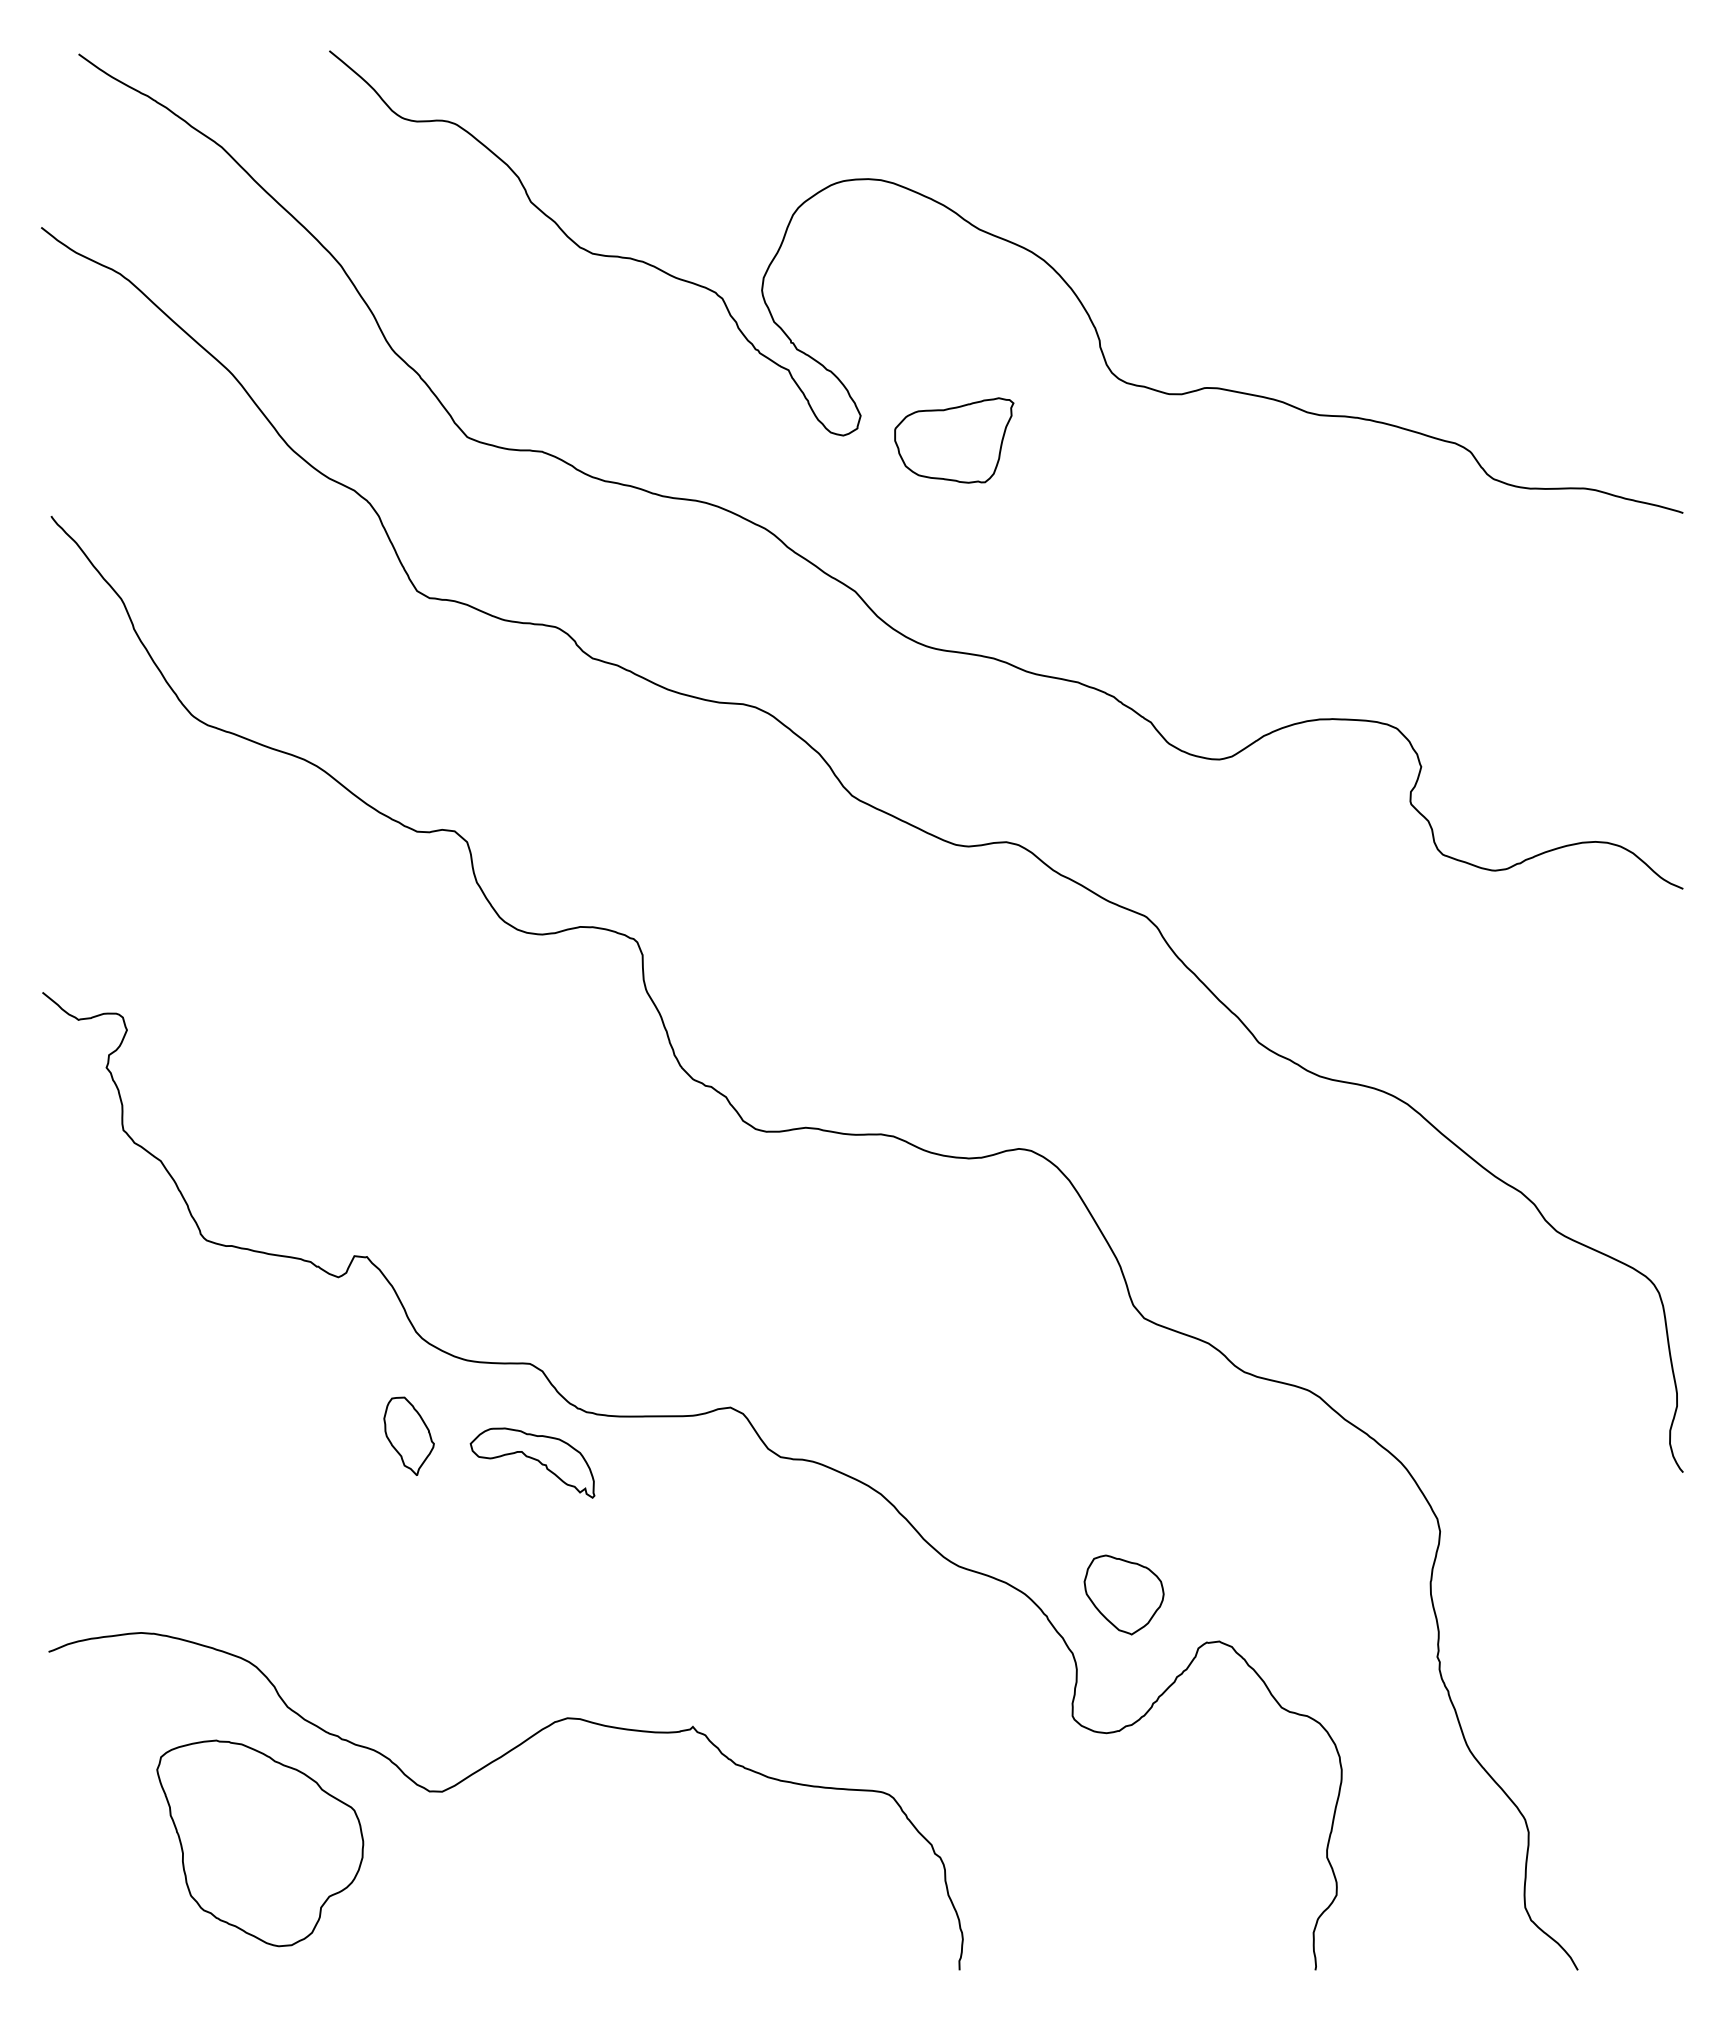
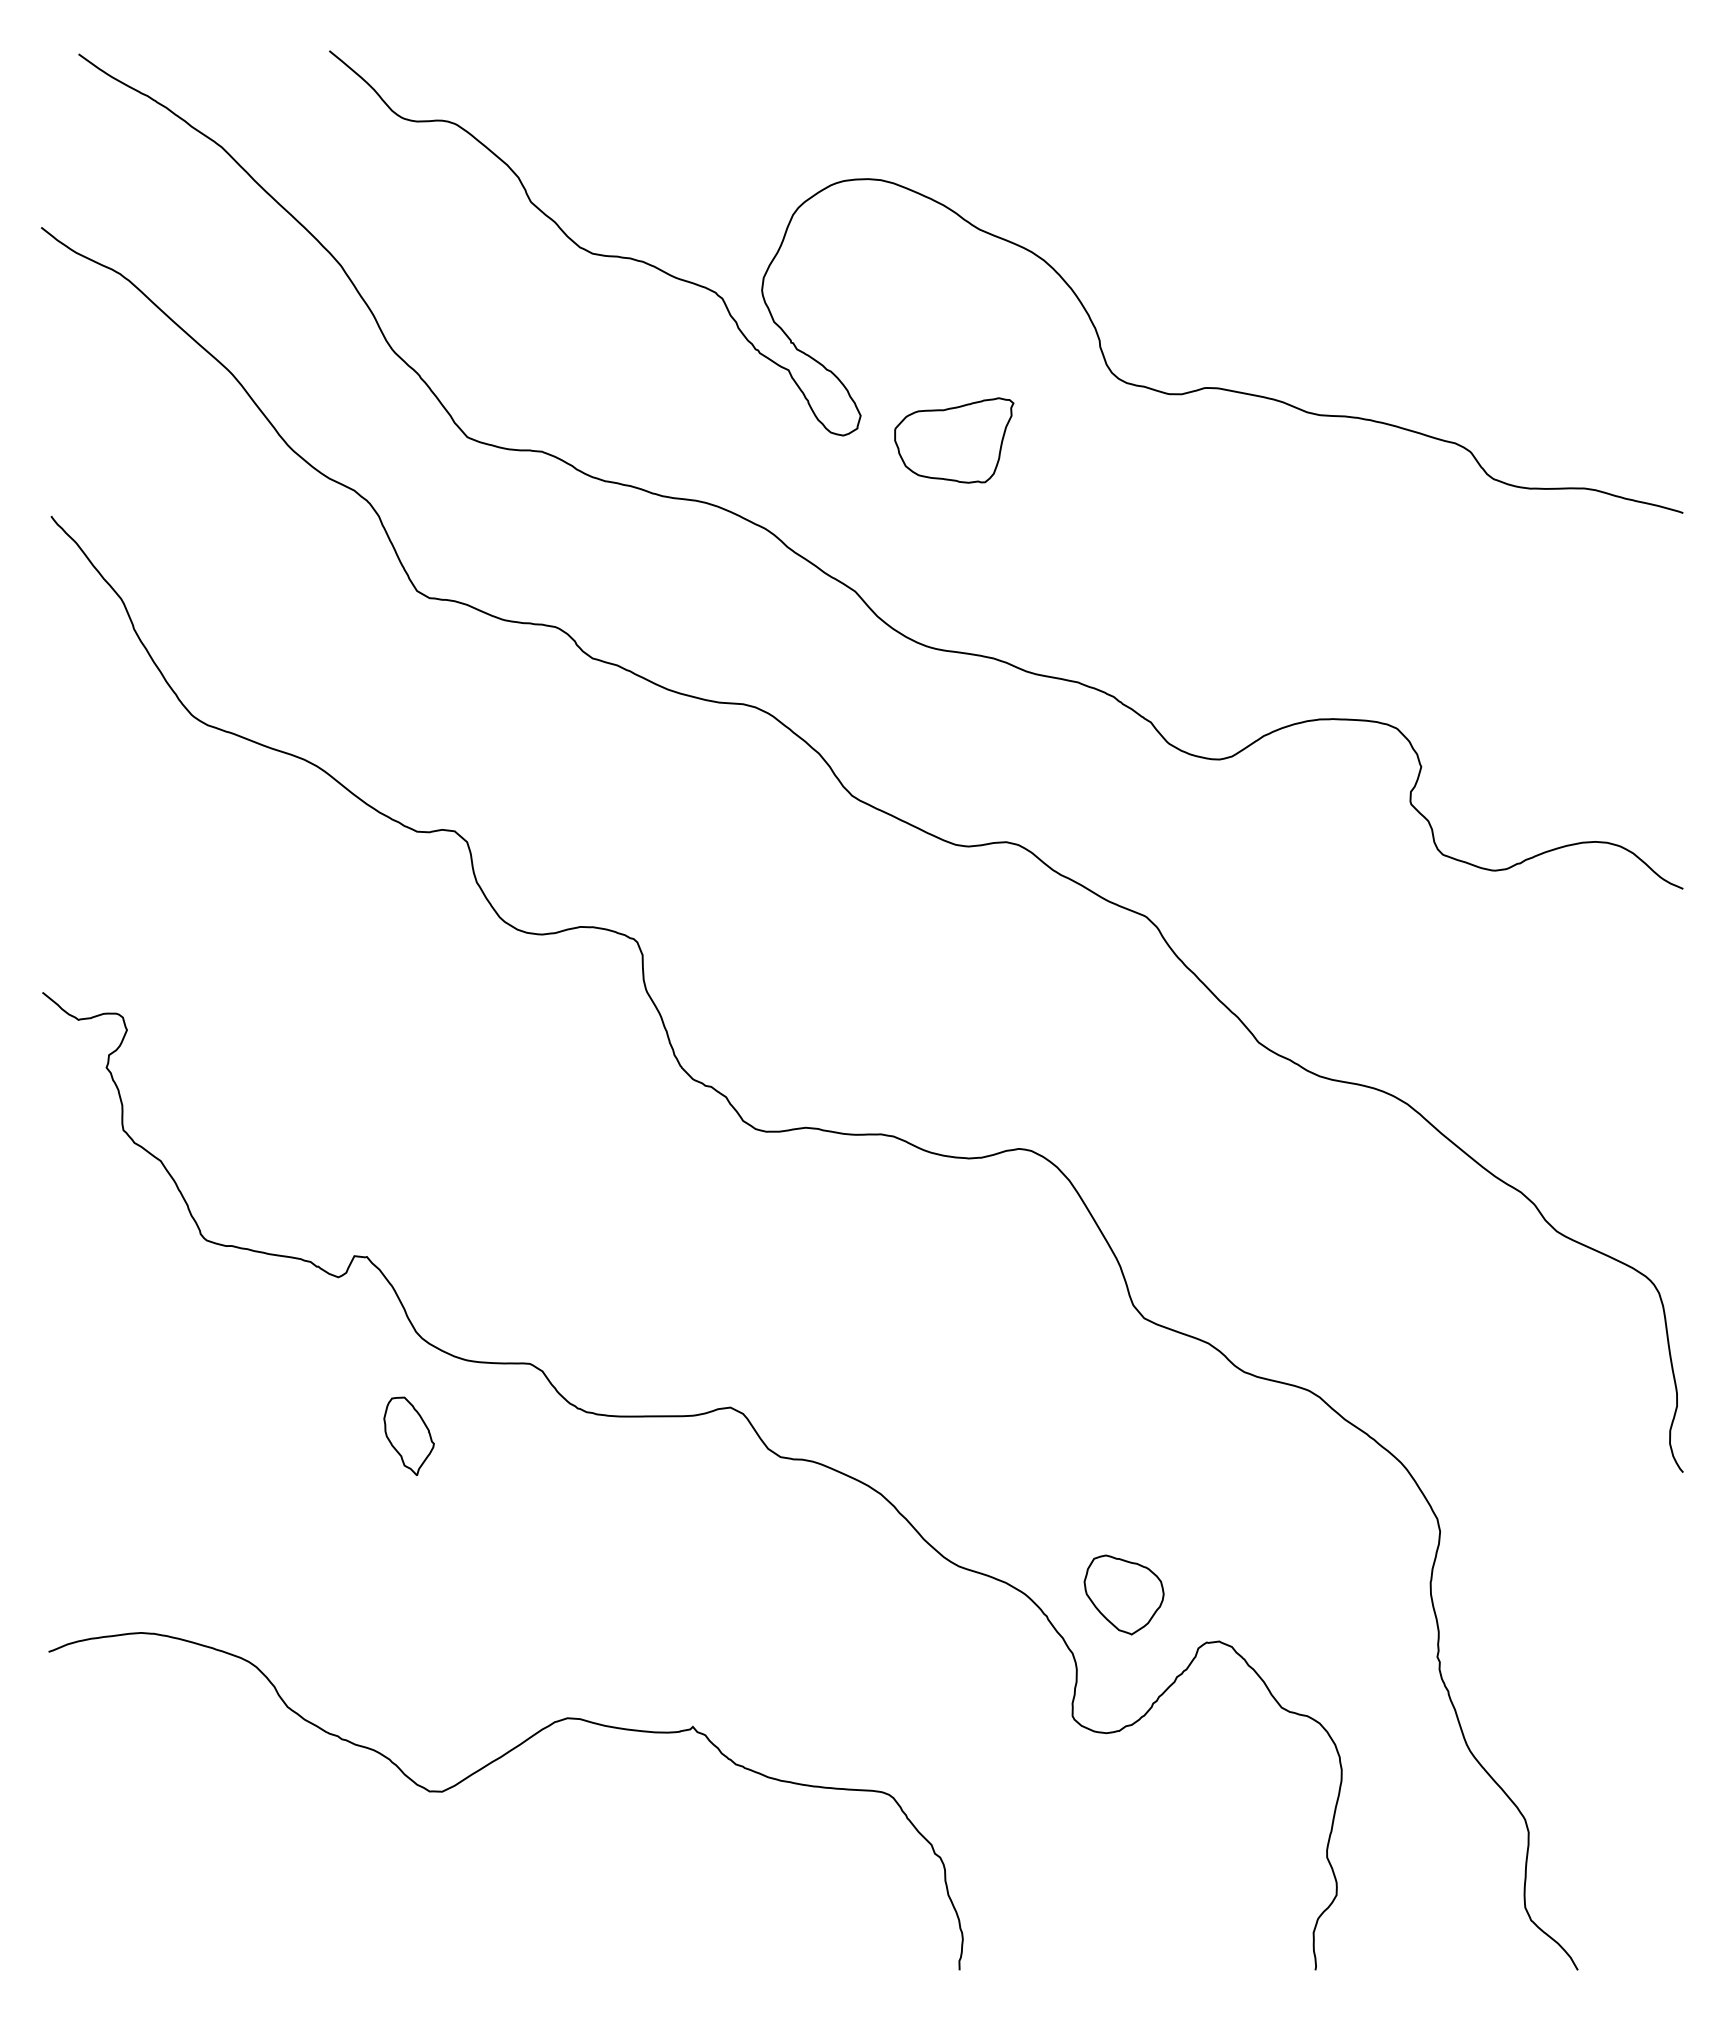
part at (532, 1462): present -> none
part at (260, 1843): present -> none
